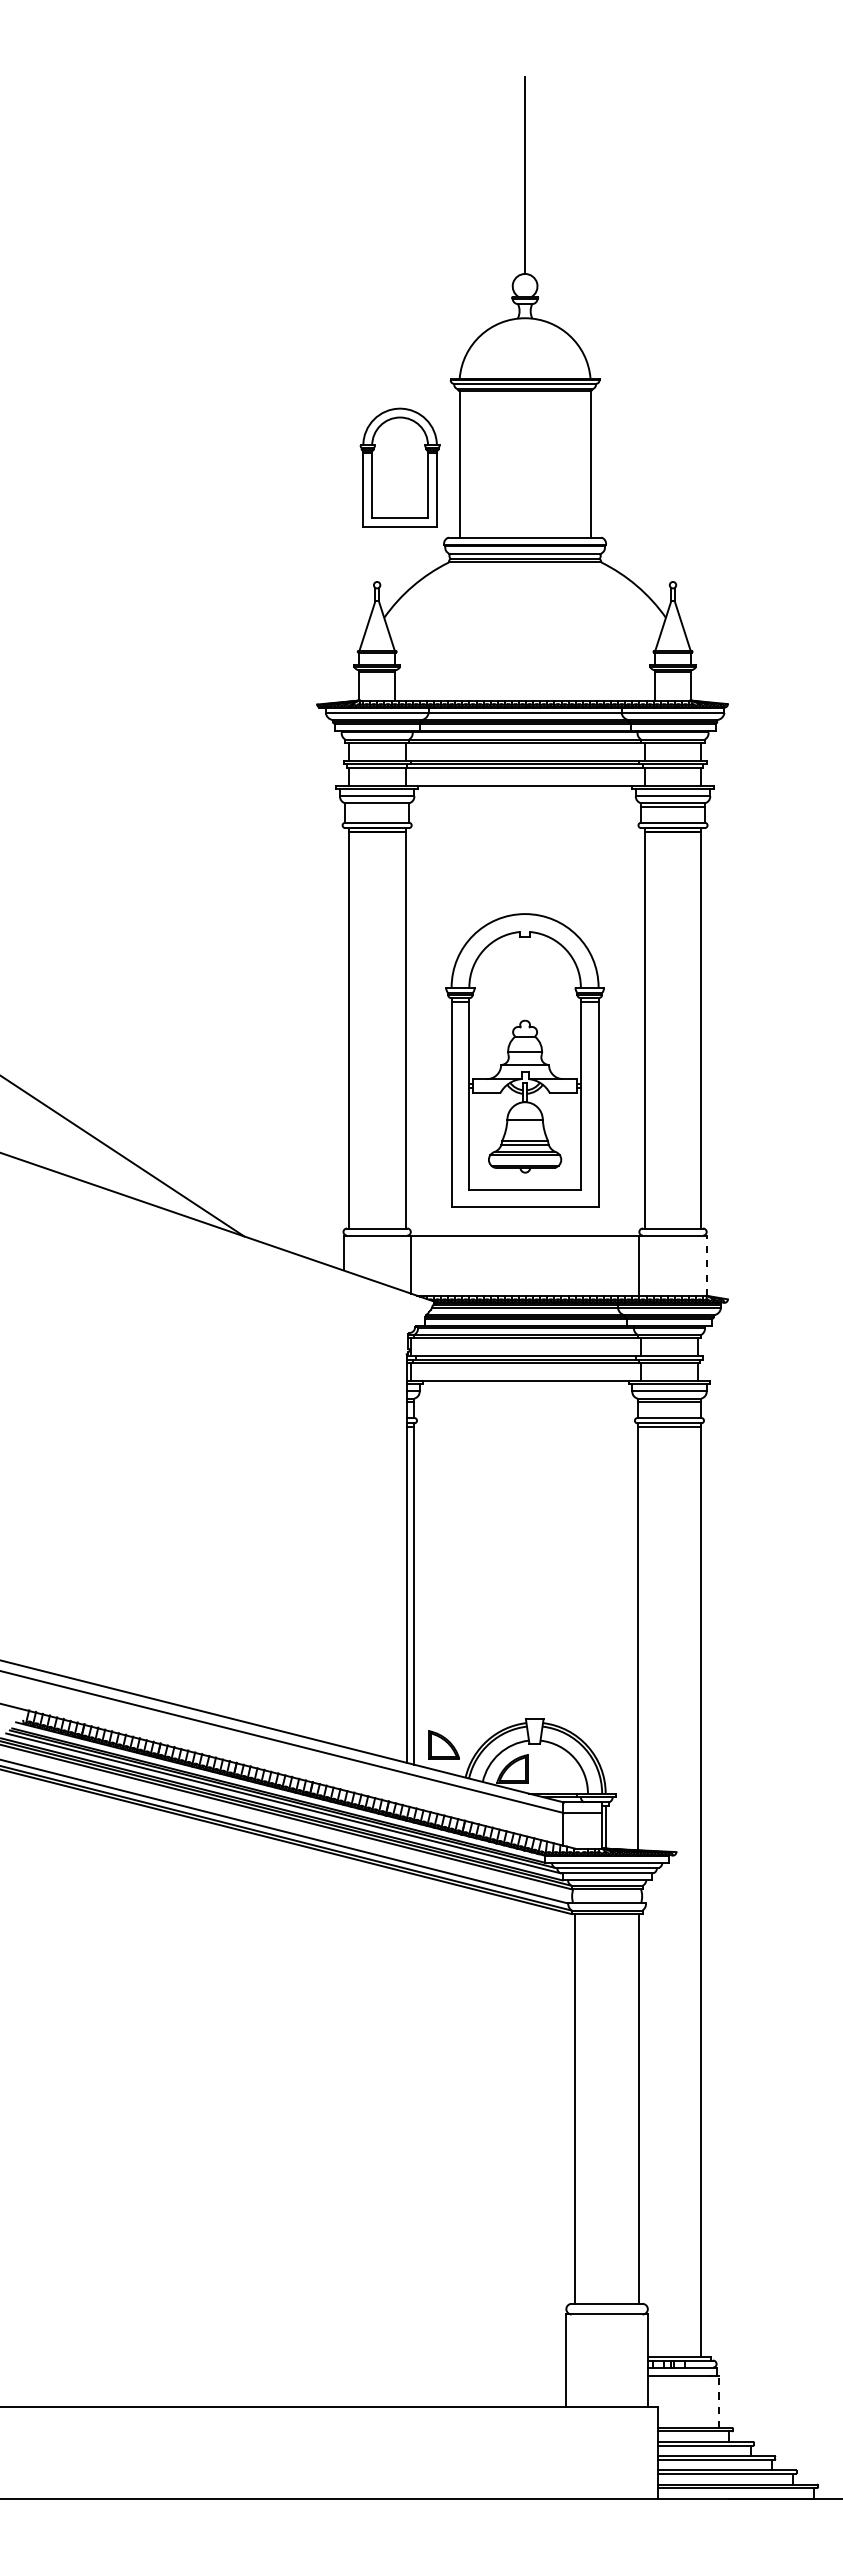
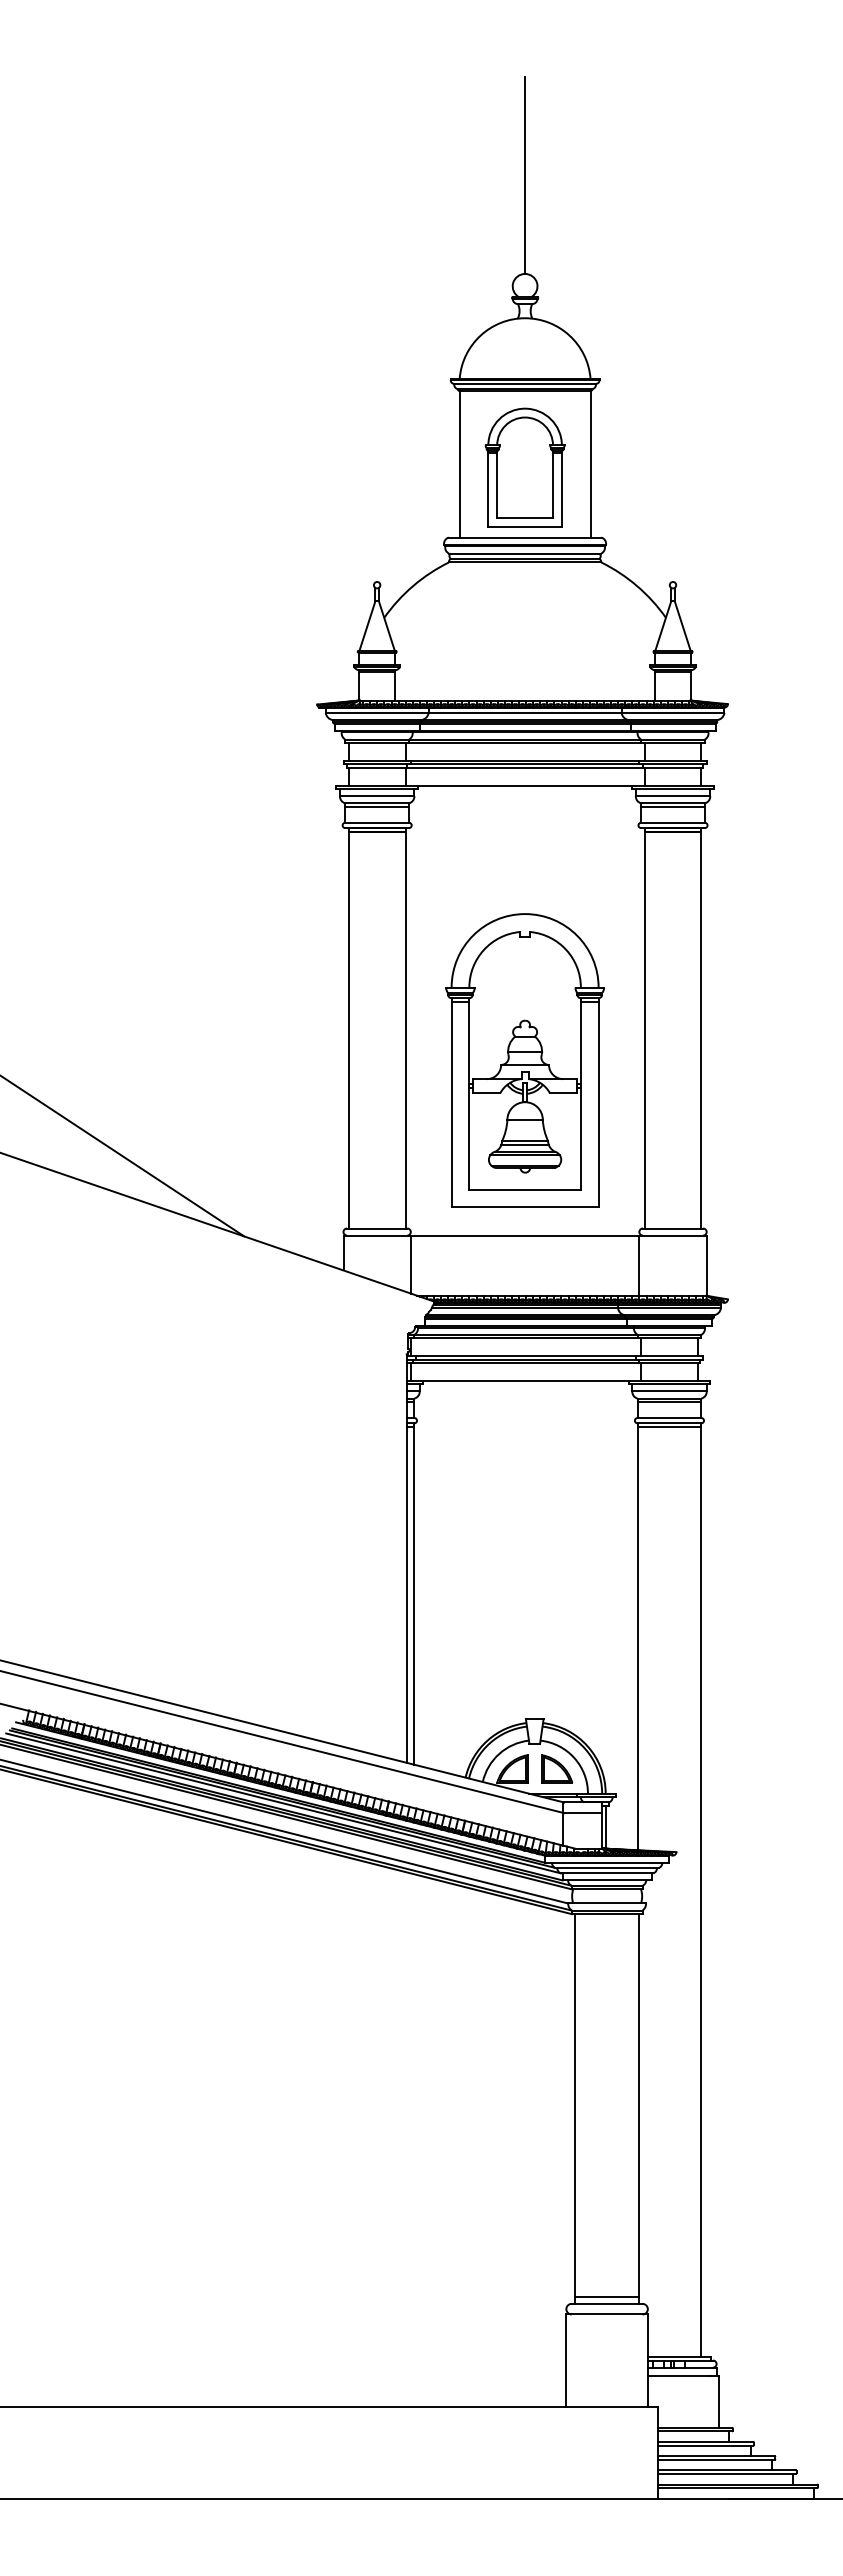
part at (399, 467) position: (399, 467) -> (524, 467)
line at (377, 806): none -> present
line at (706, 1265): dashed -> solid
part at (443, 1744) position: (443, 1744) -> (556, 1768)
line at (606, 2296): none -> present
line at (718, 2402): dashed -> solid
